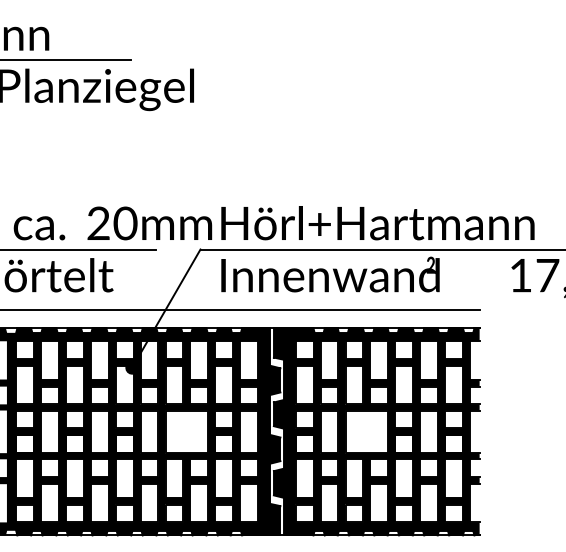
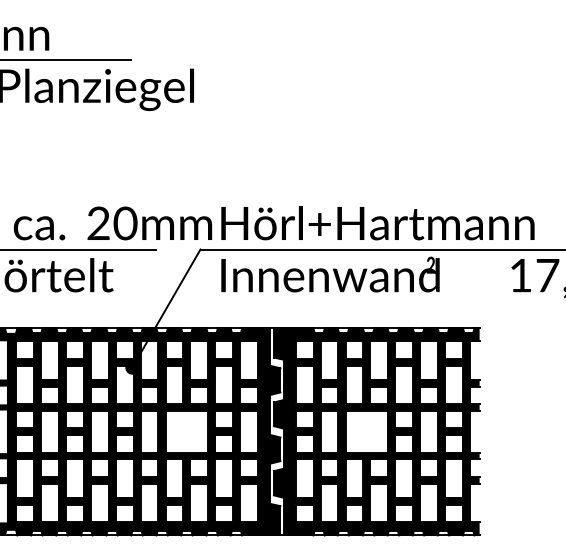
line at (240, 310): present -> none
